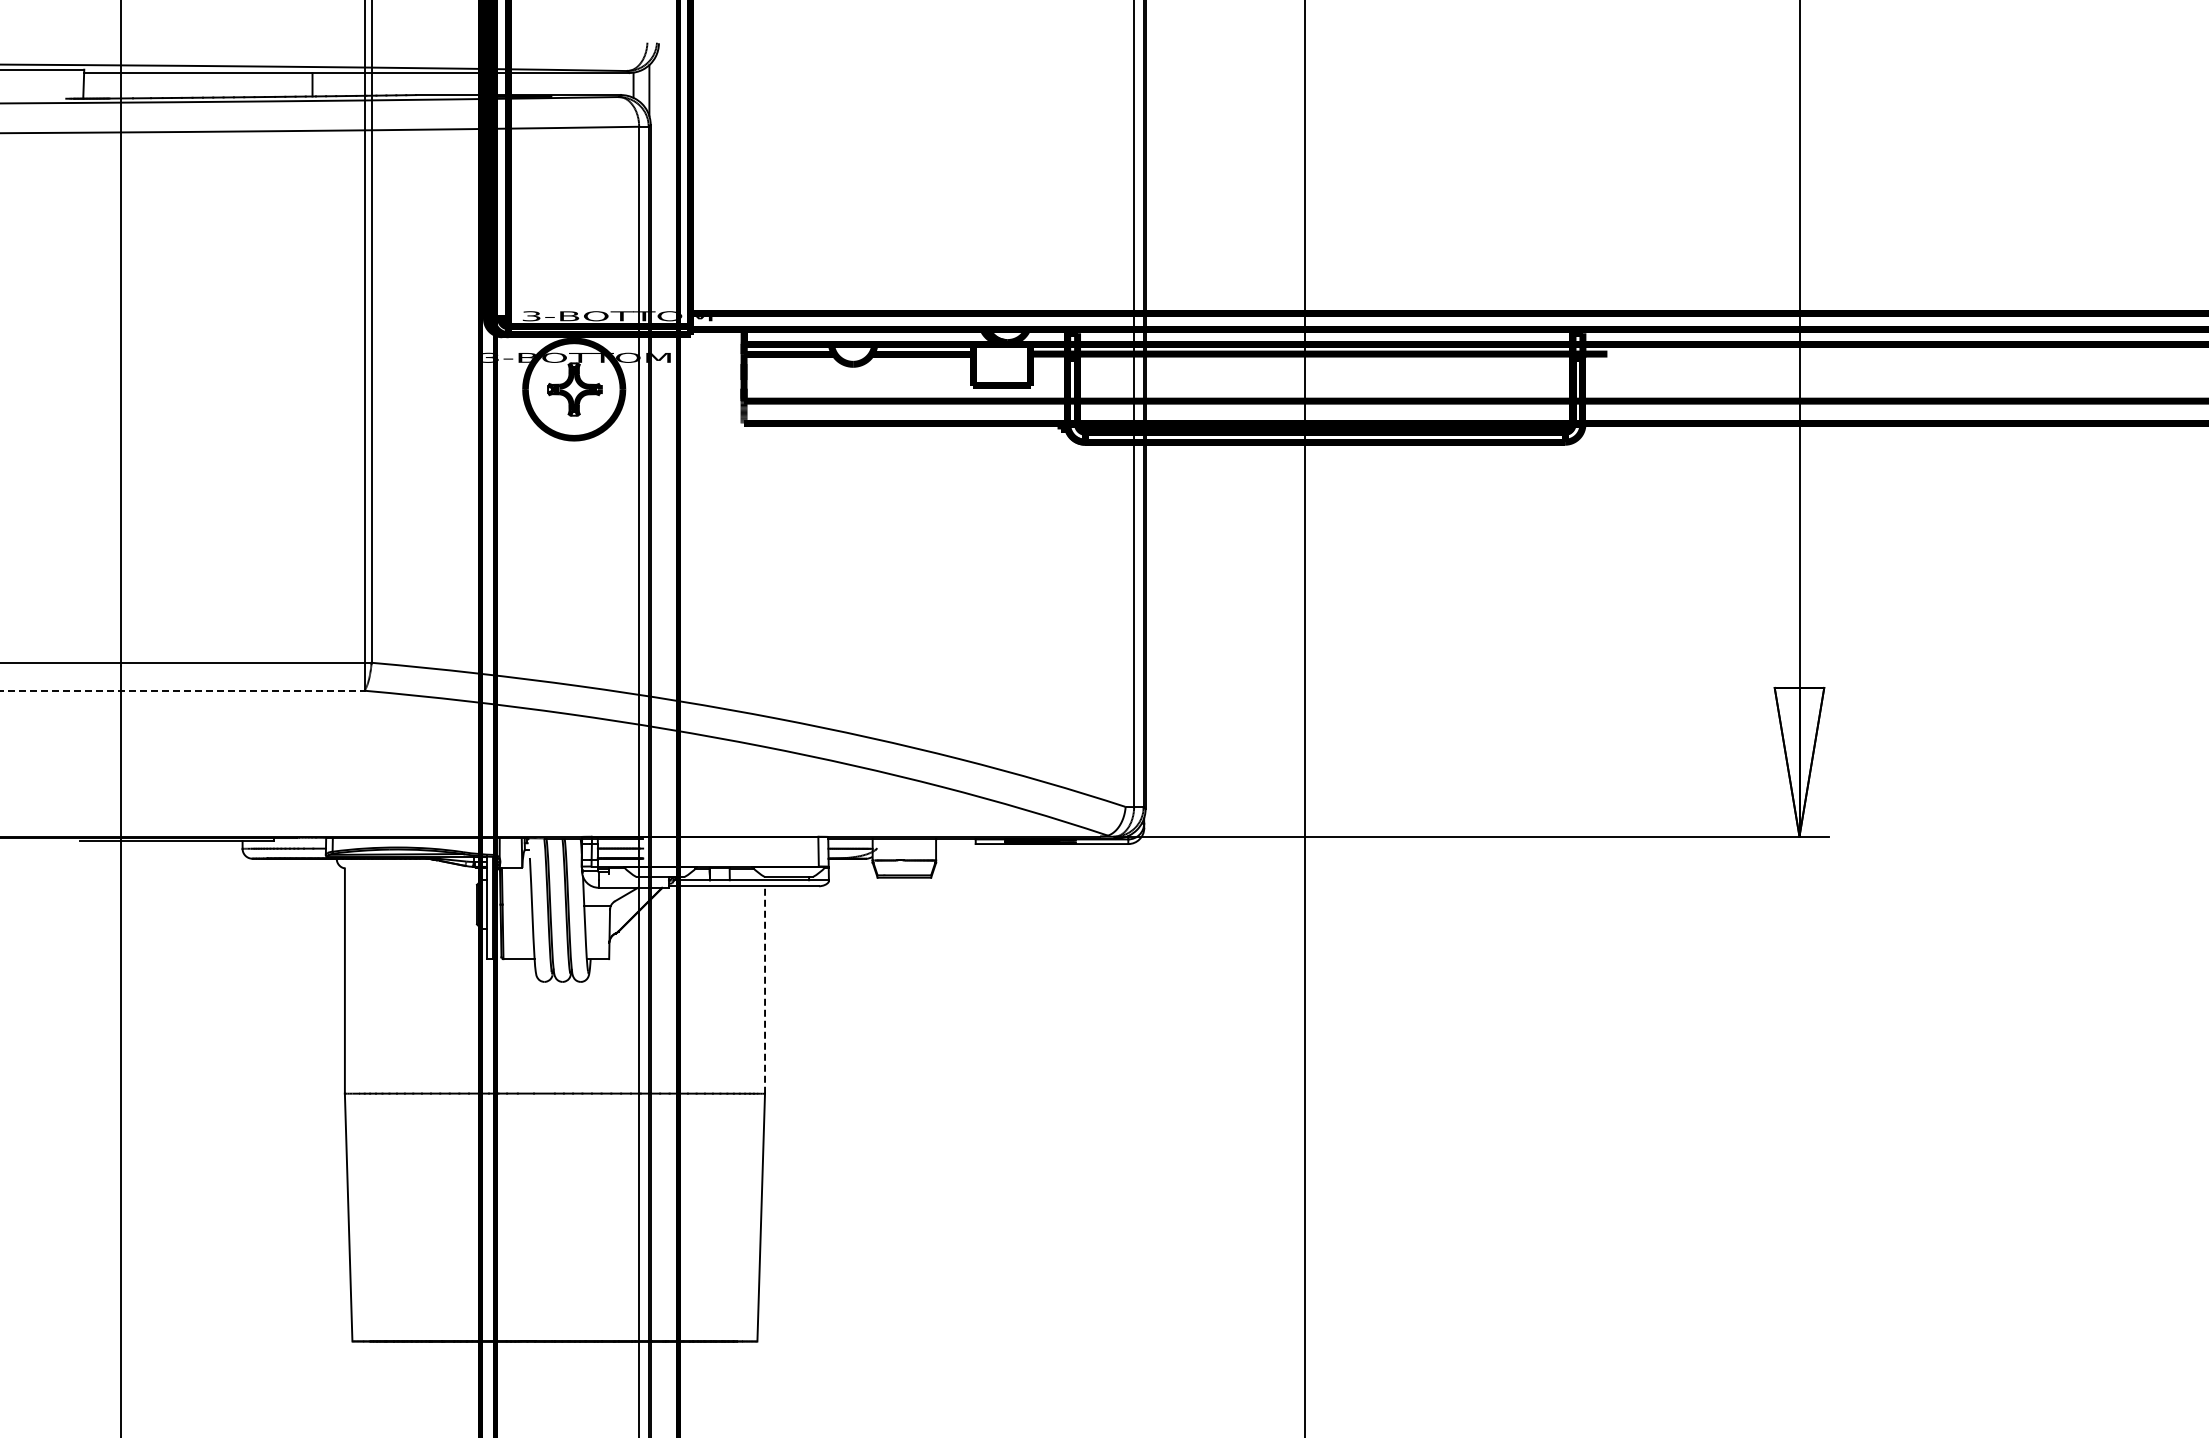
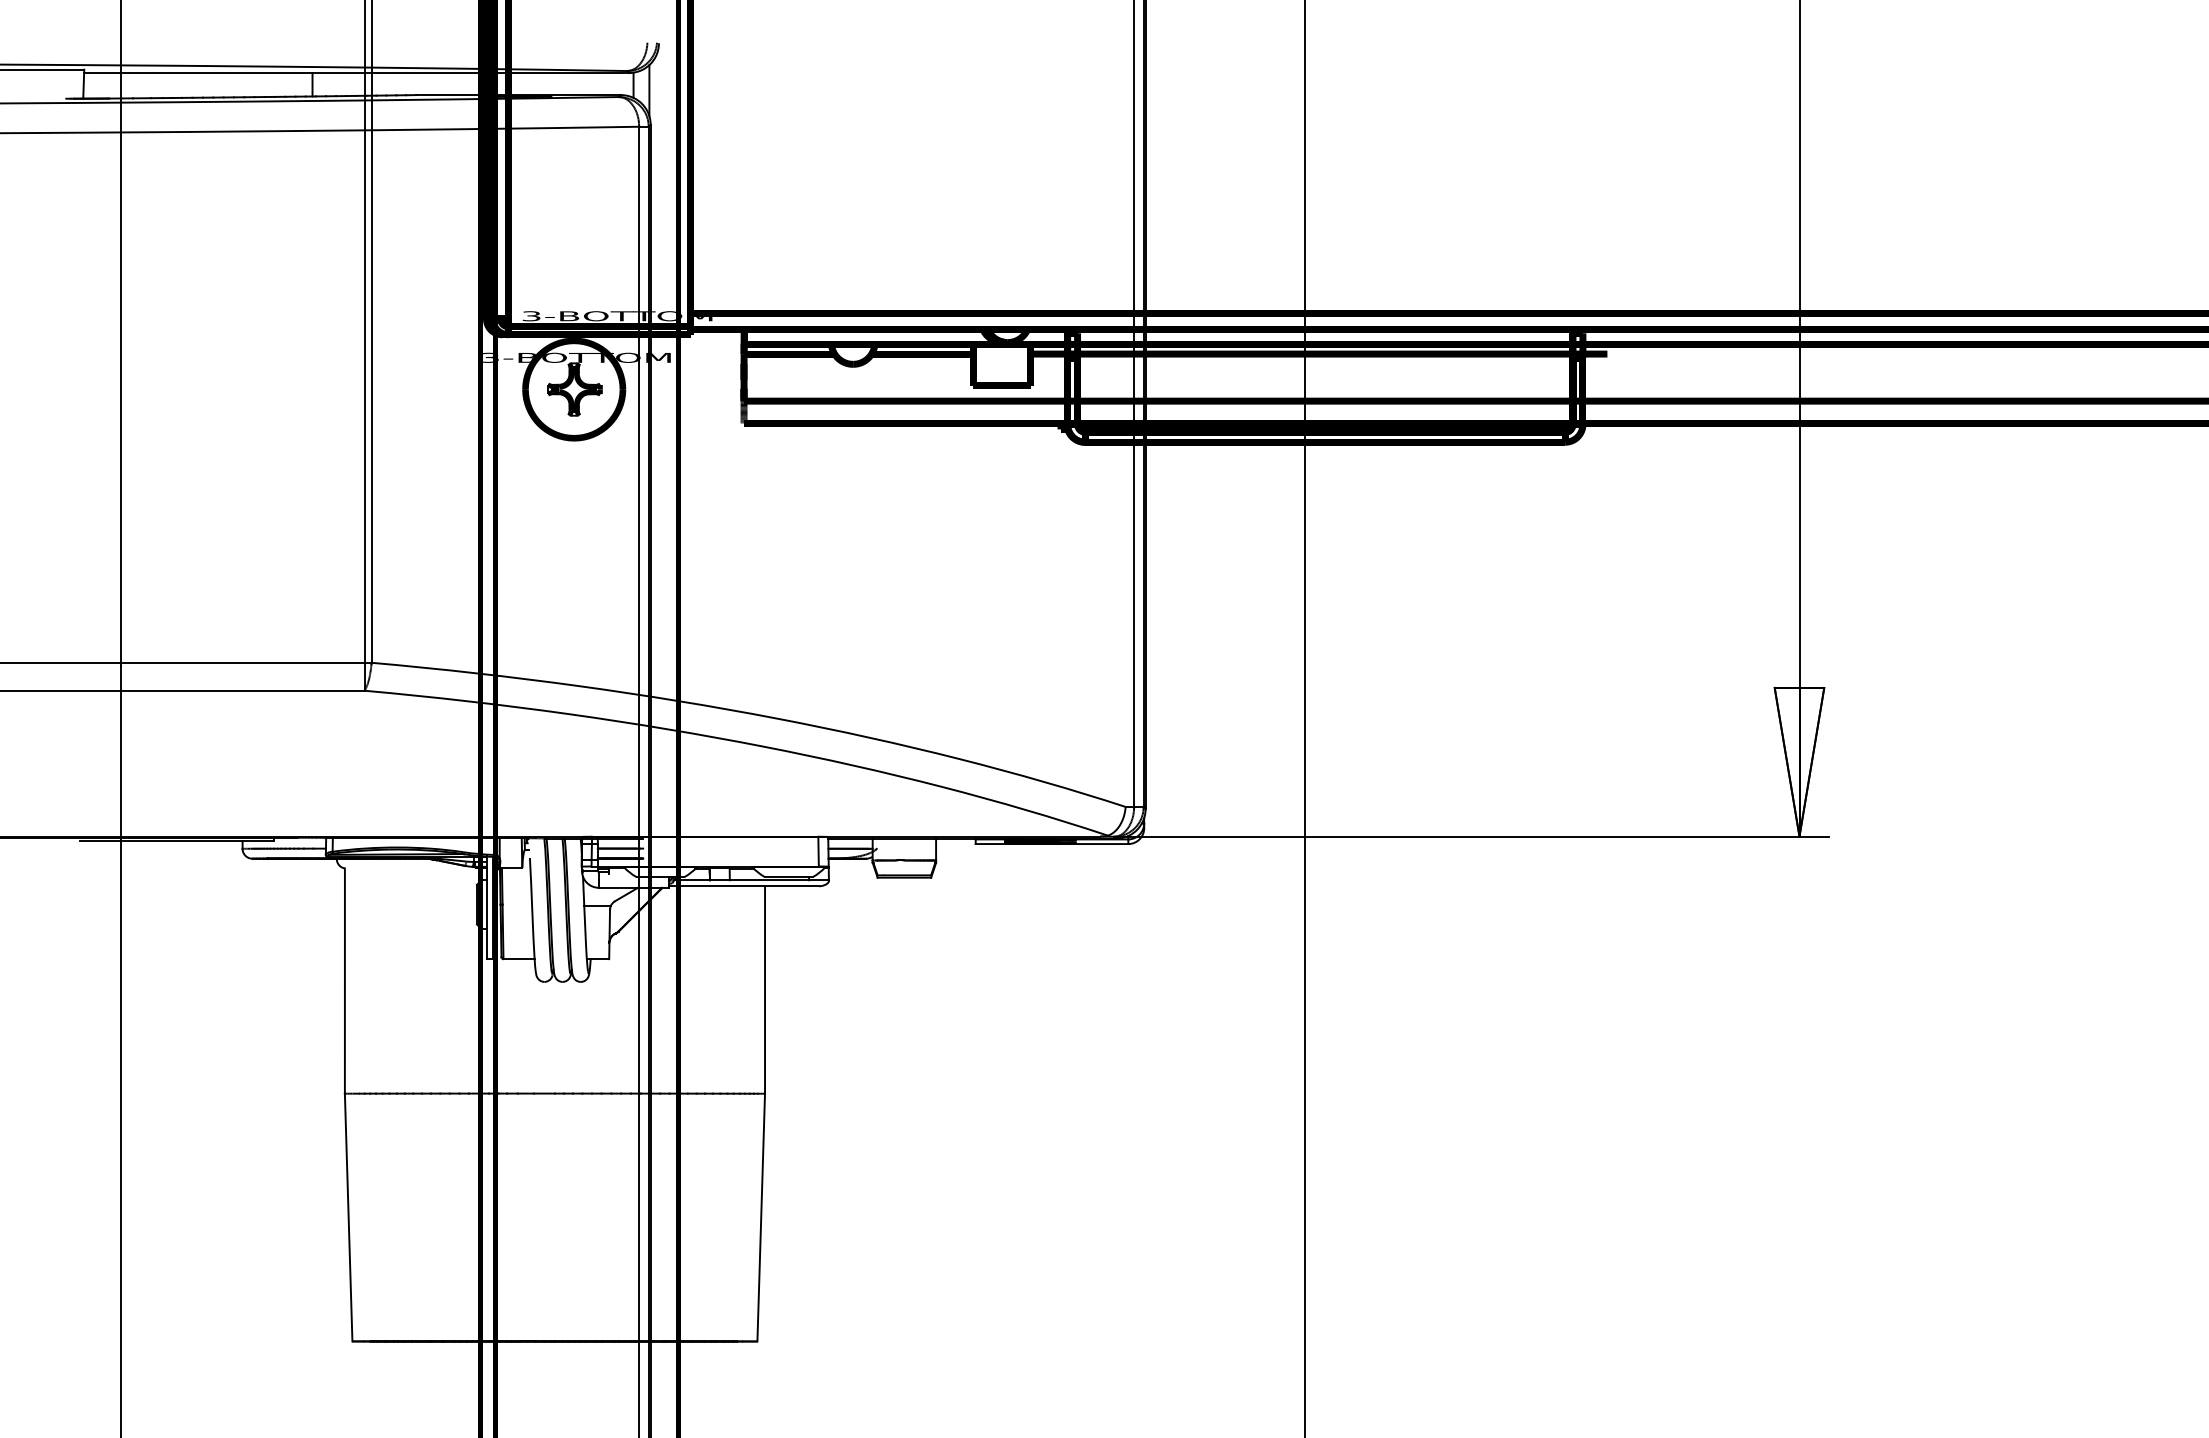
line at (182, 690): dashed -> solid
line at (765, 990): dashed -> solid
